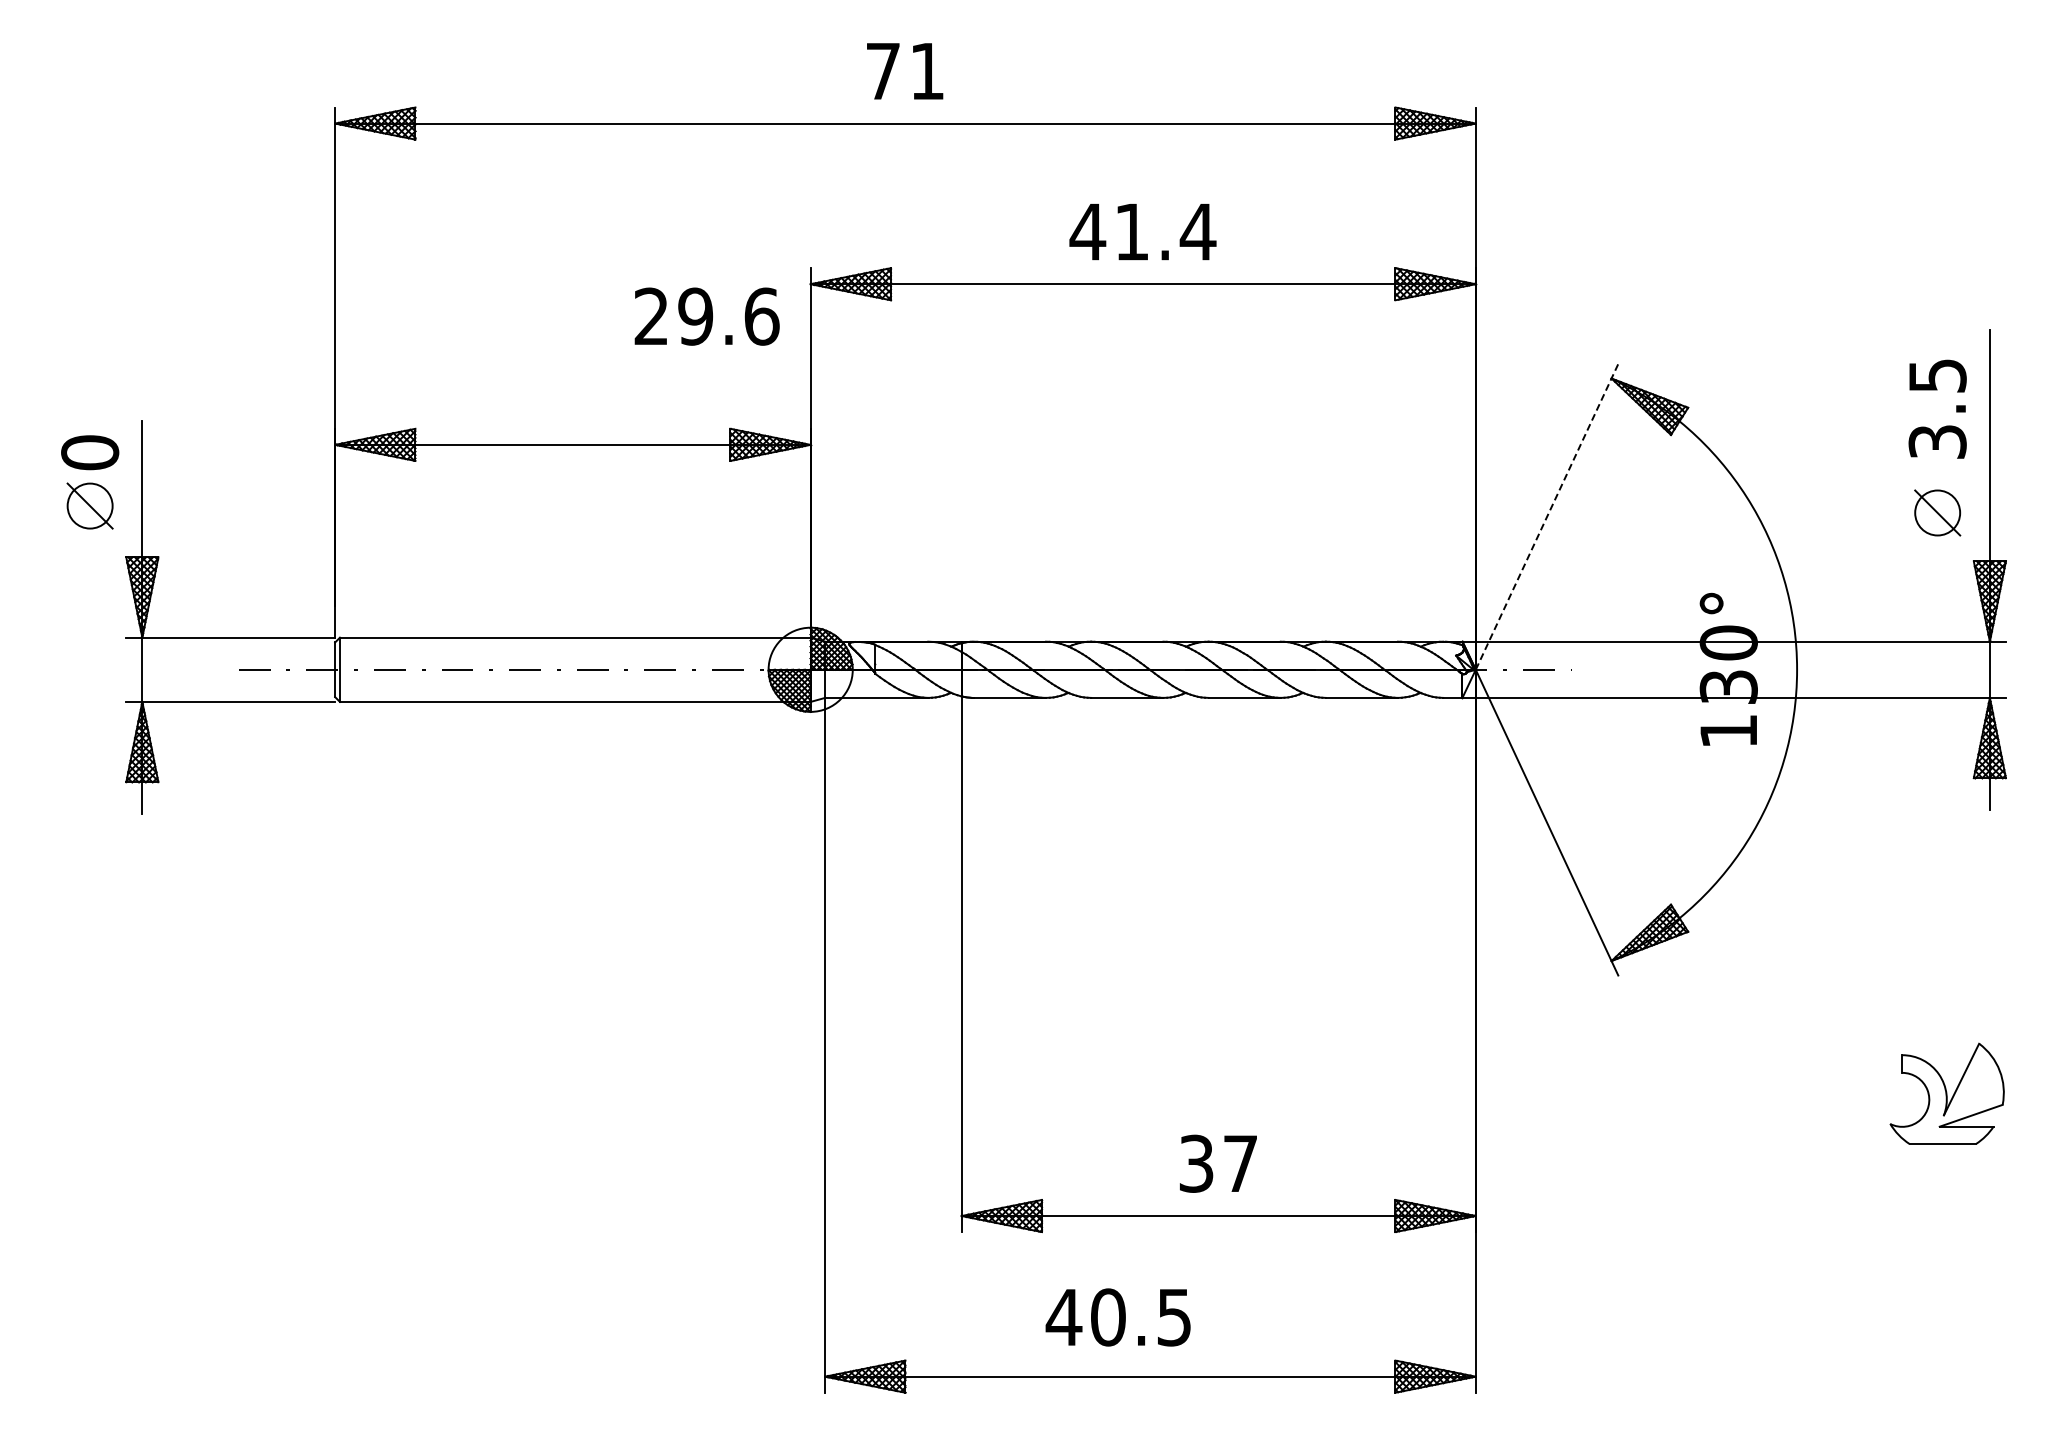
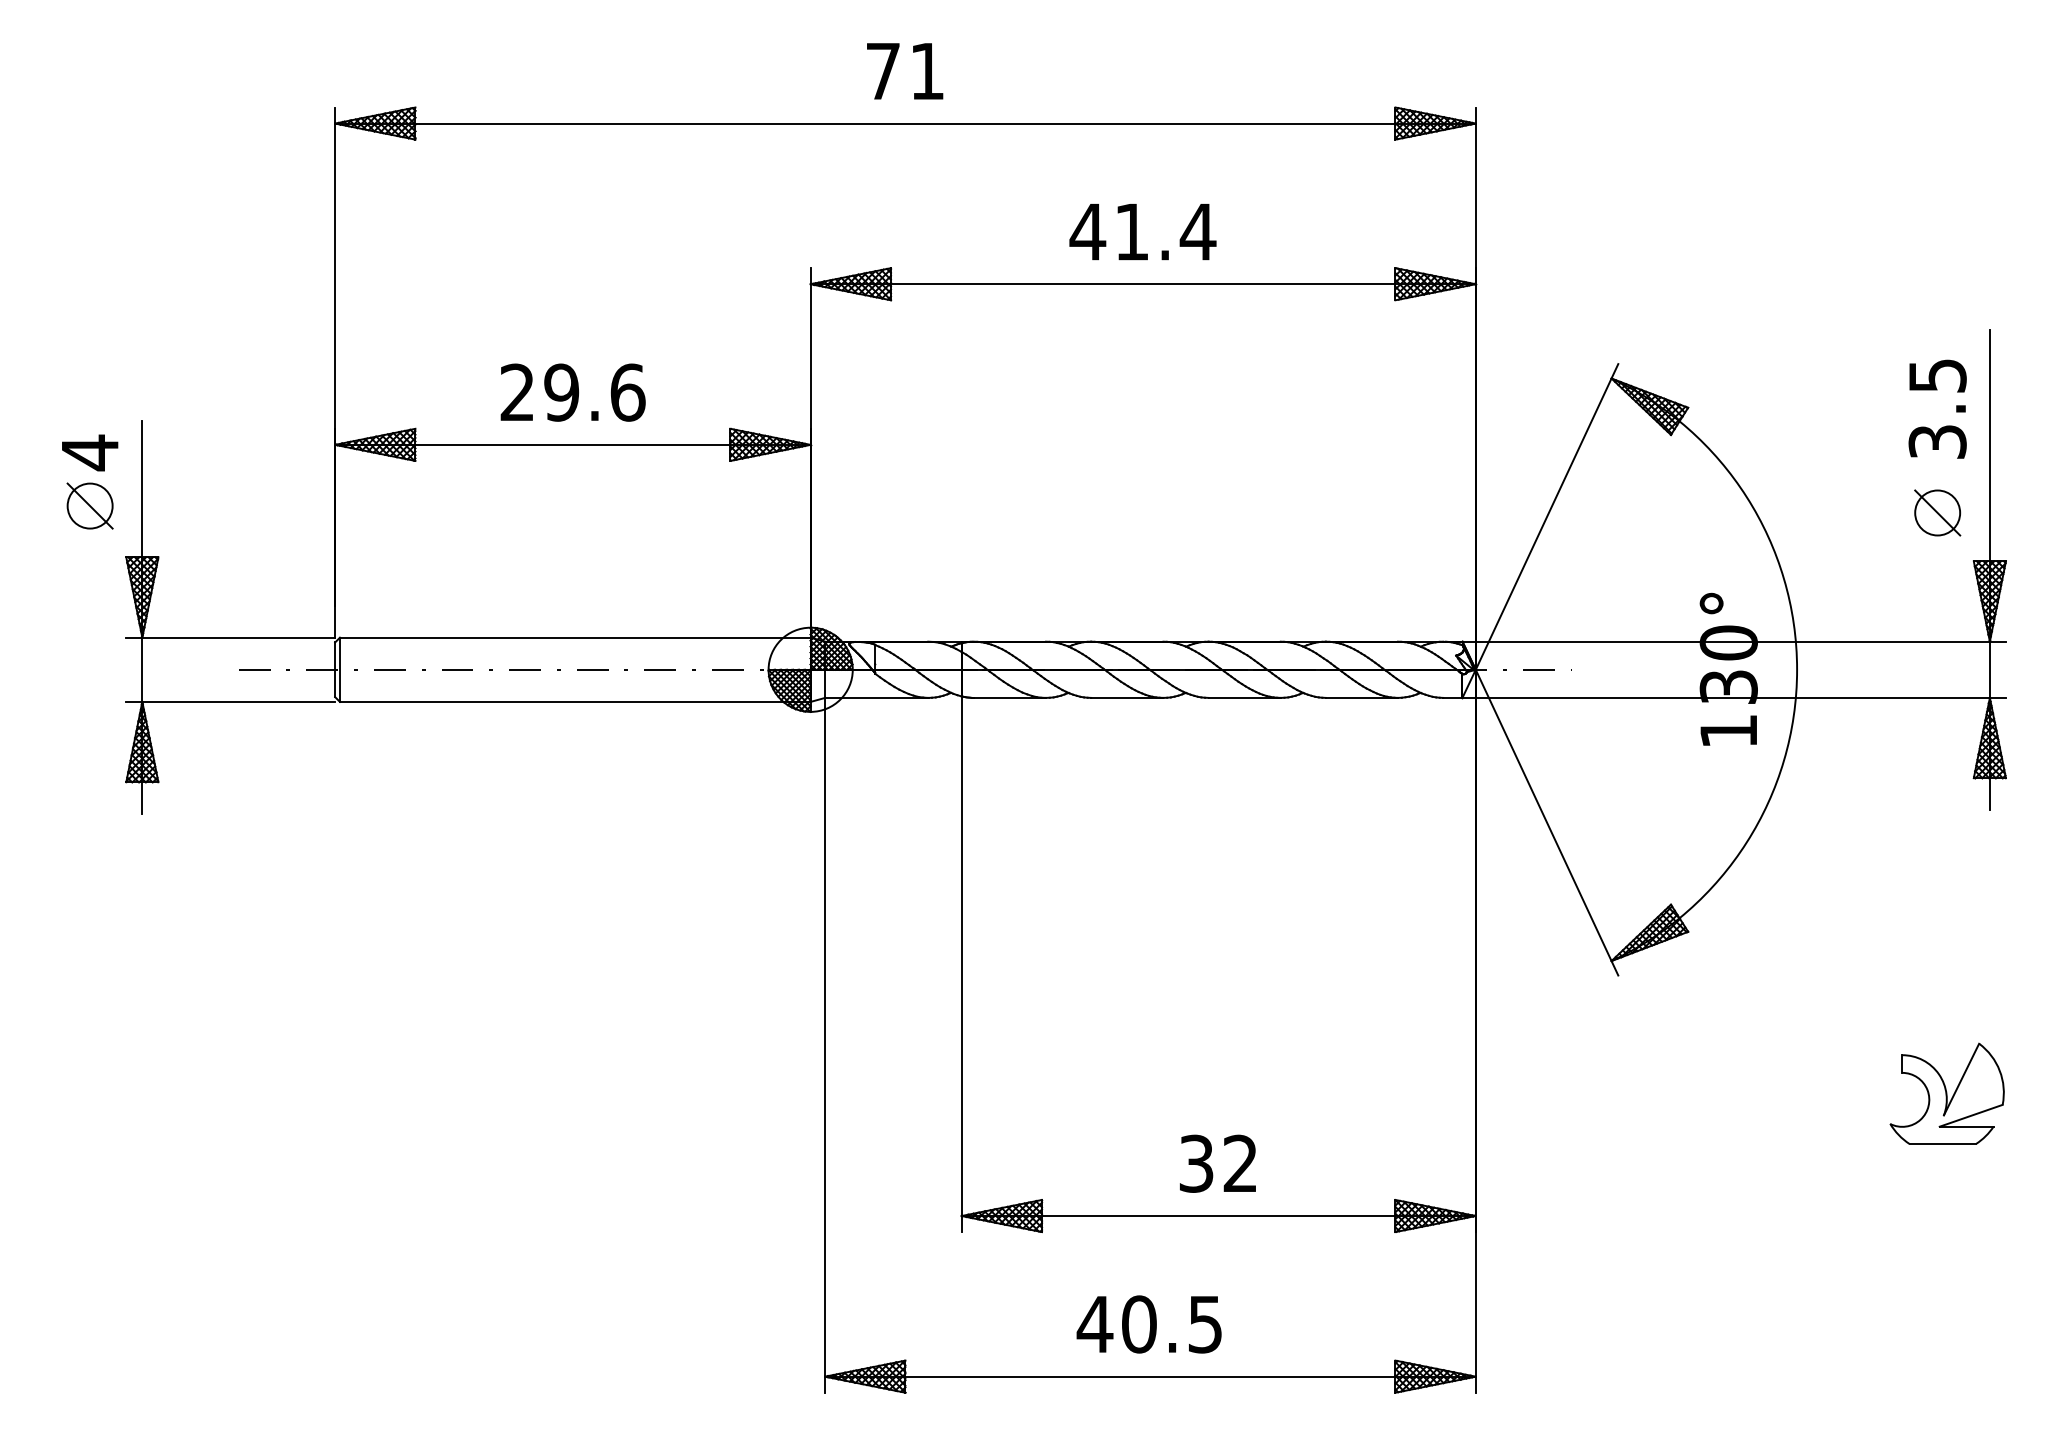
text at (706, 316) position: (706, 316) -> (572, 392)
text at (90, 452): 0 -> 4
line at (1547, 516): dashed -> solid
text at (1239, 1162): 37 -> 32
text at (1117, 1317) position: (1117, 1317) -> (1148, 1324)
